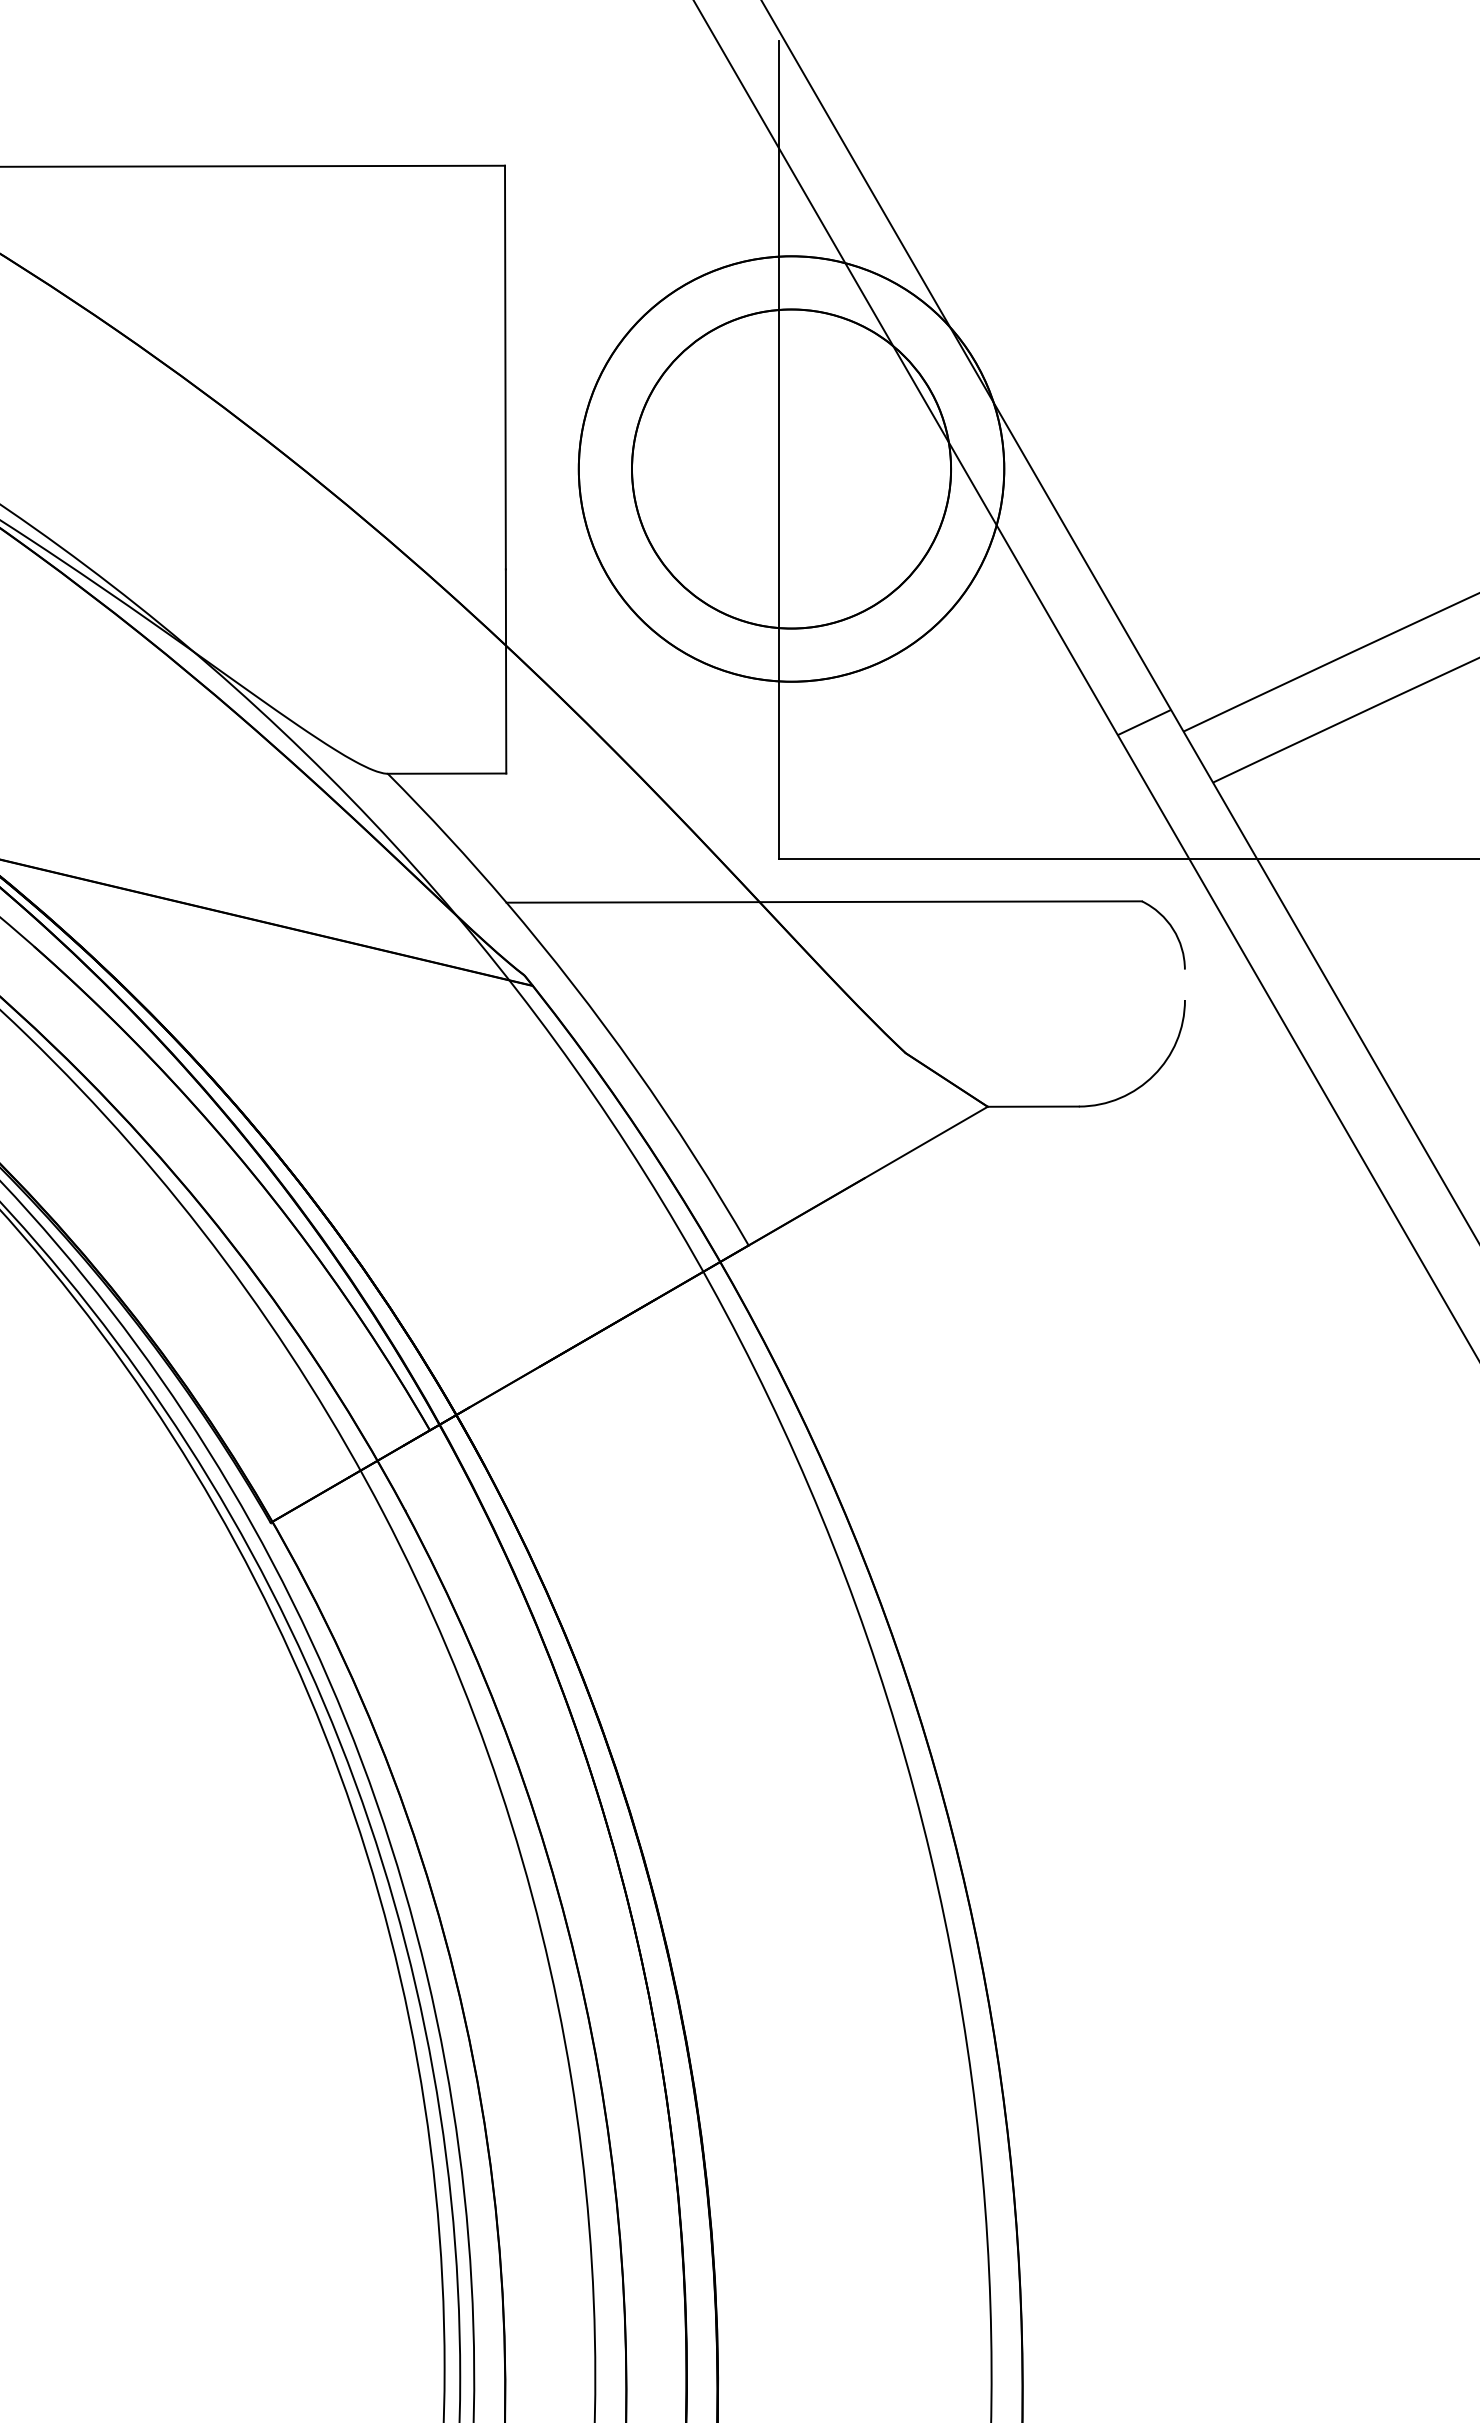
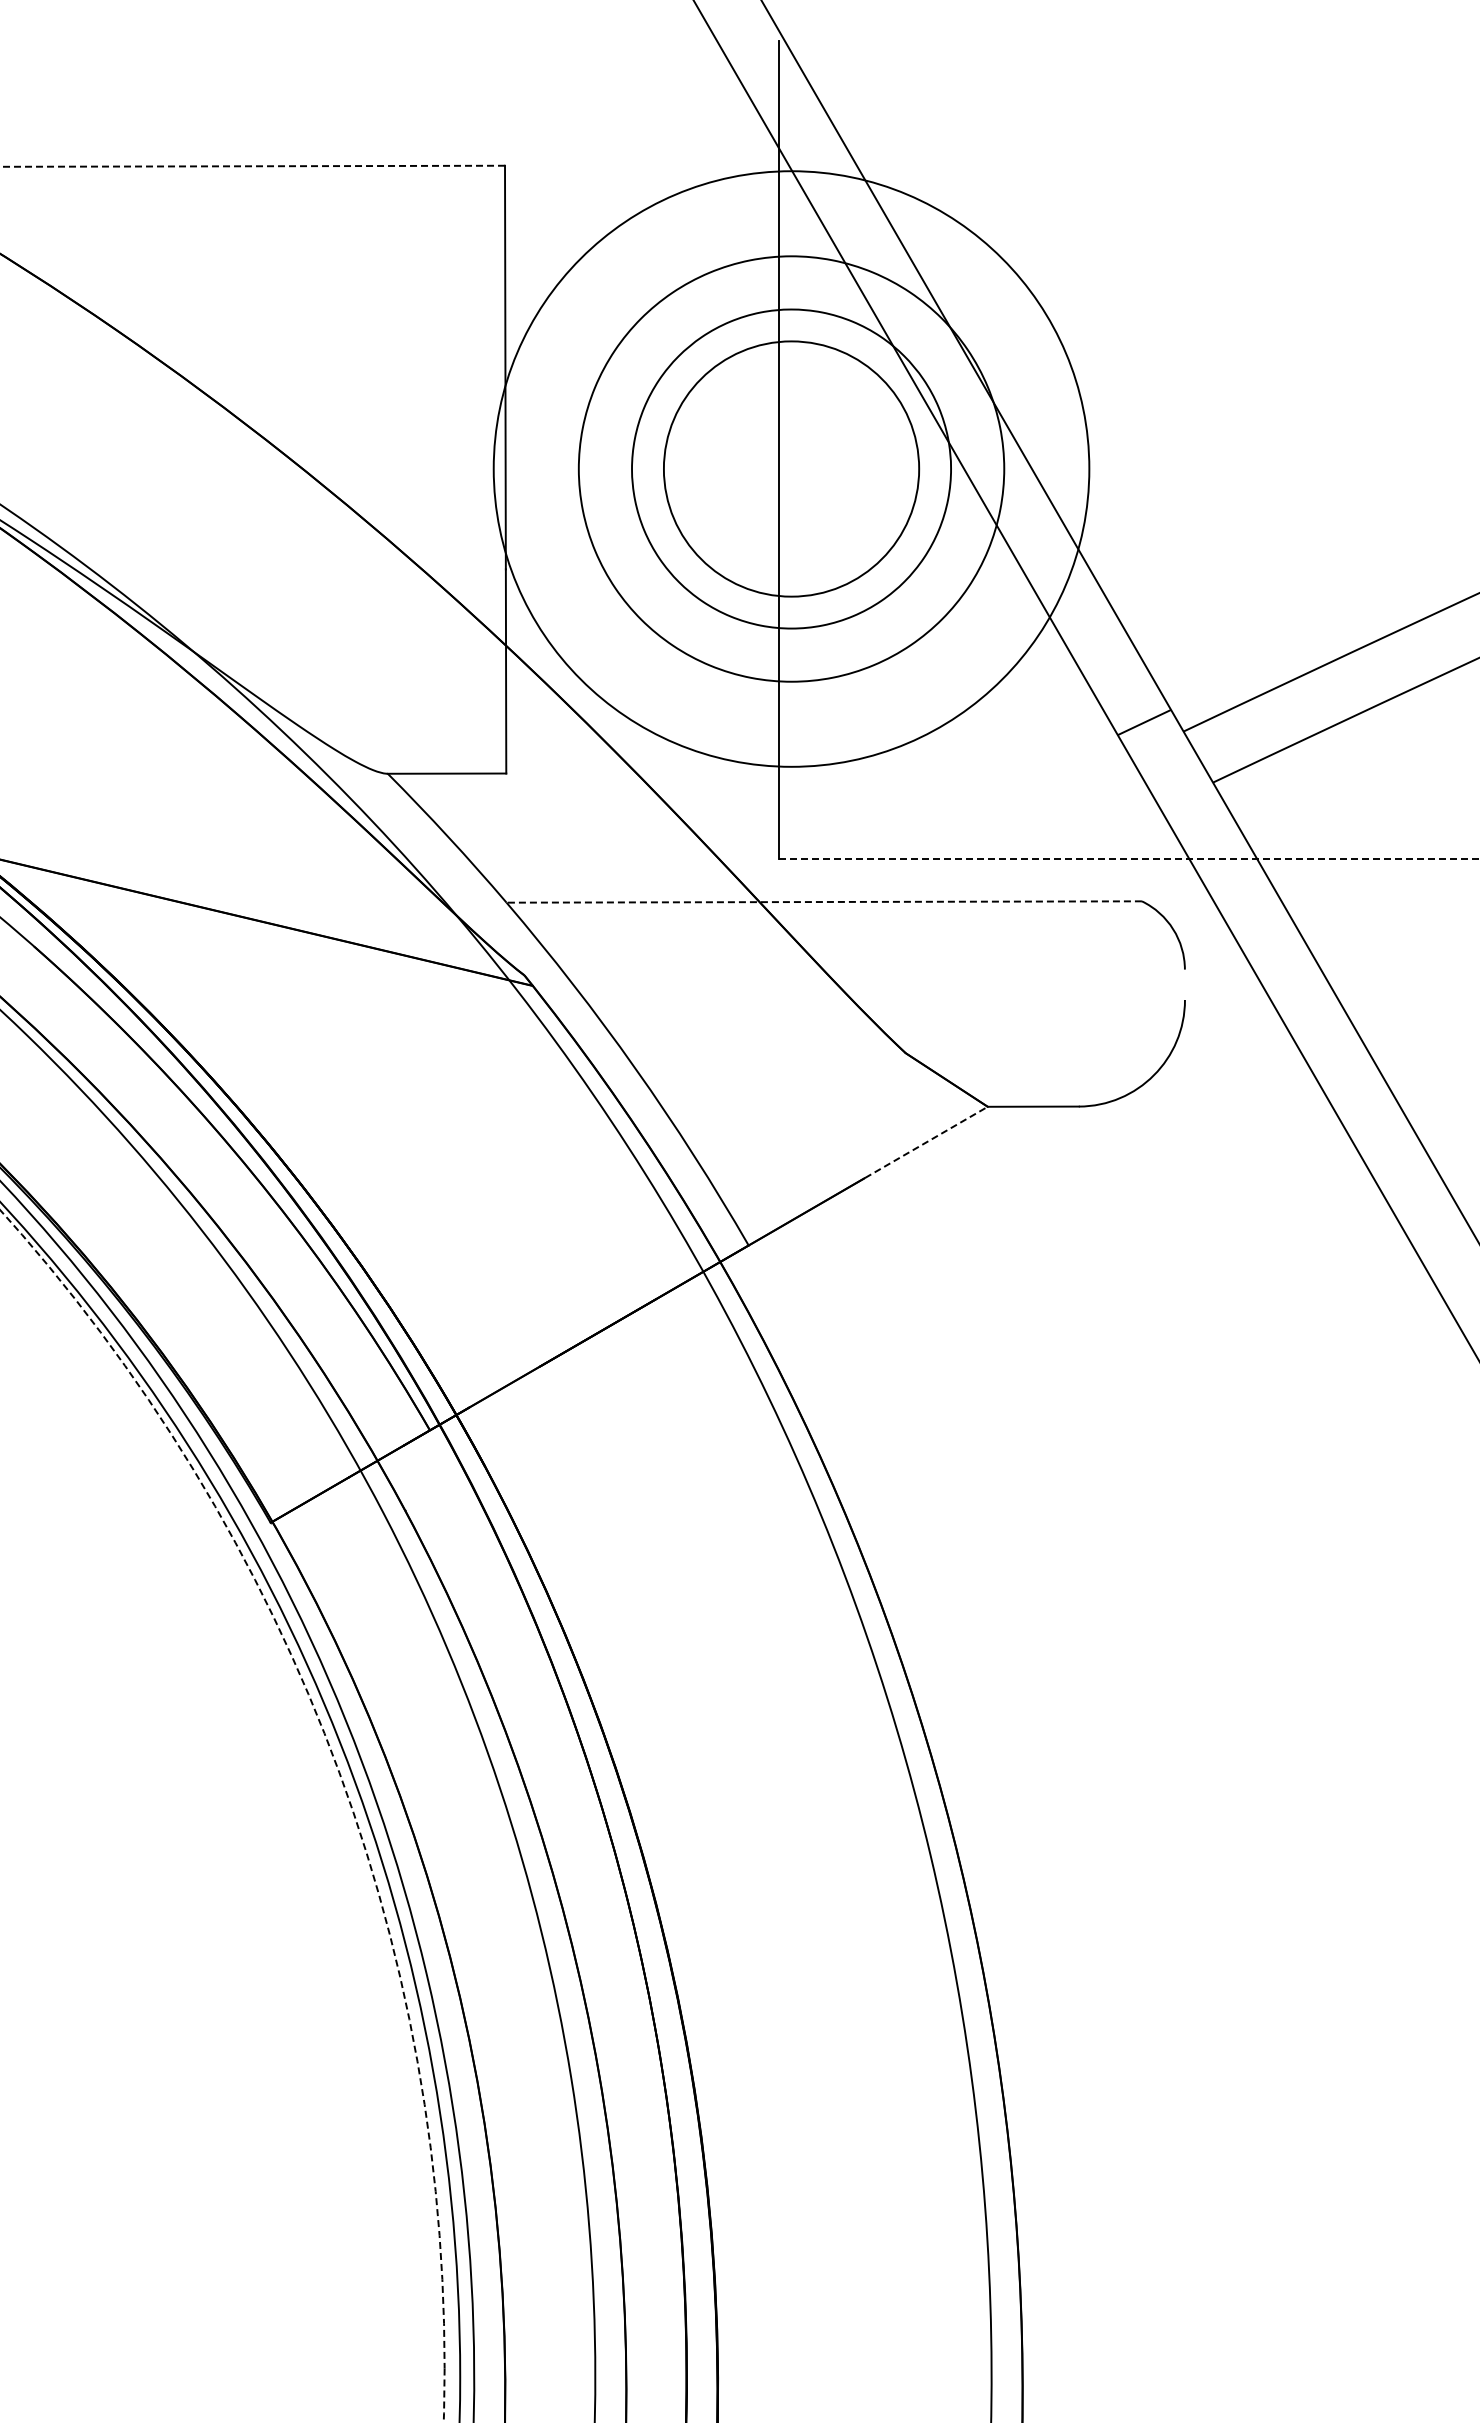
line at (252, 166): solid -> dashed
circle at (791, 468) diameter: 319 px -> 255 px
circle at (791, 468) diameter: 425 px -> 596 px
line at (1129, 858): solid -> dashed
line at (824, 902): solid -> dashed
line at (926, 1142): solid -> dashed
circle at (222, 1816): solid -> dashed
